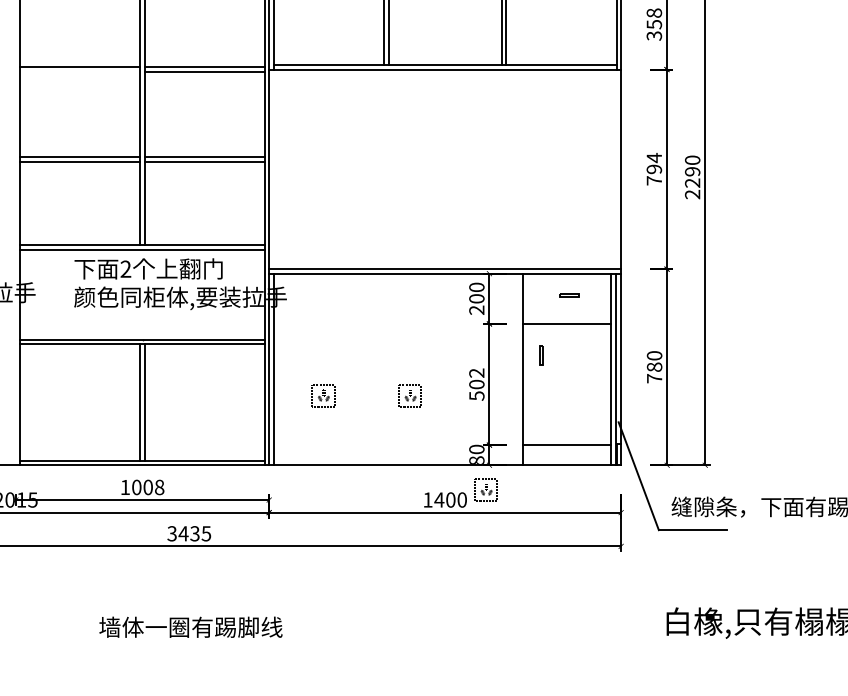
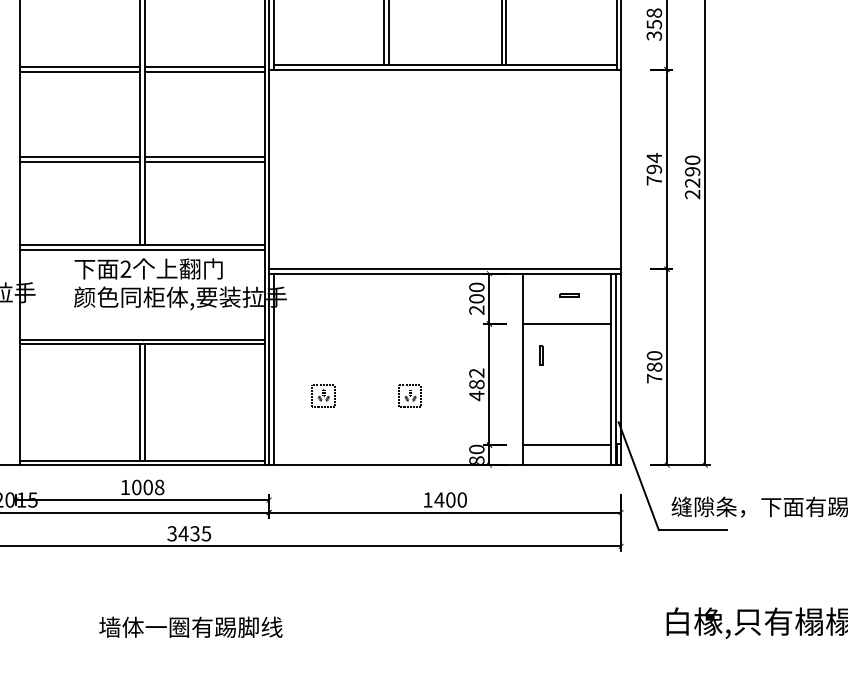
line at (80, 71): none -> present
text at (476, 390): 502 -> 482
part at (485, 489): present -> none
